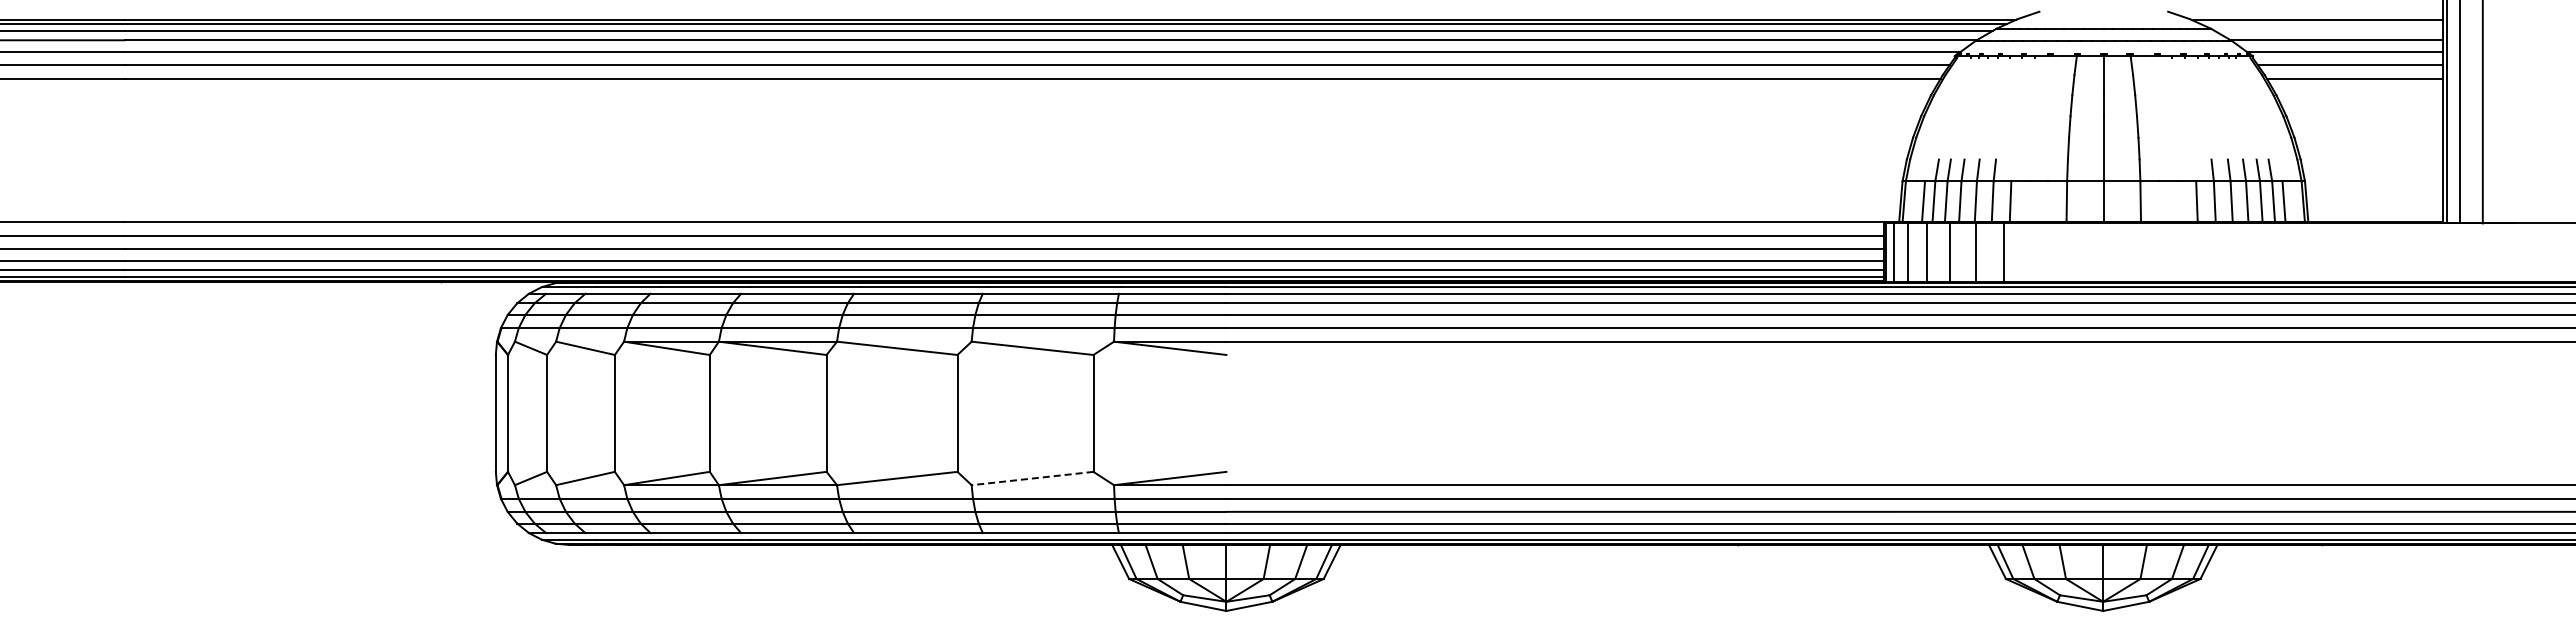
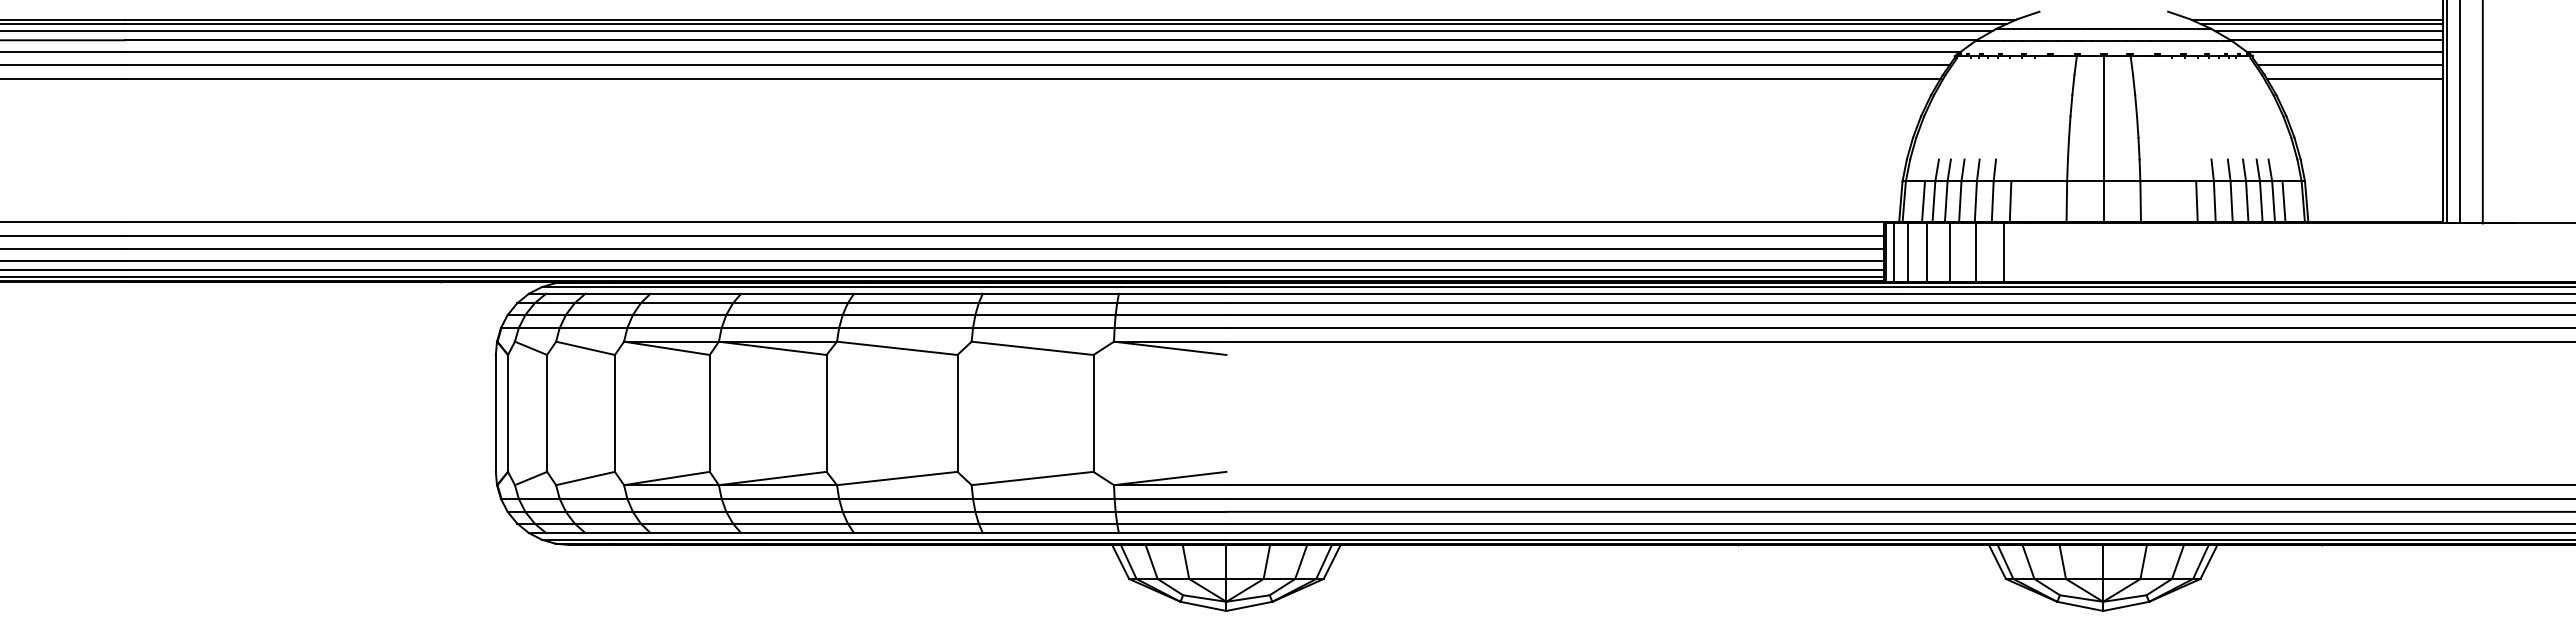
line at (2321, 24): none -> present
line at (2328, 30): none -> present
line at (1032, 478): dashed -> solid
